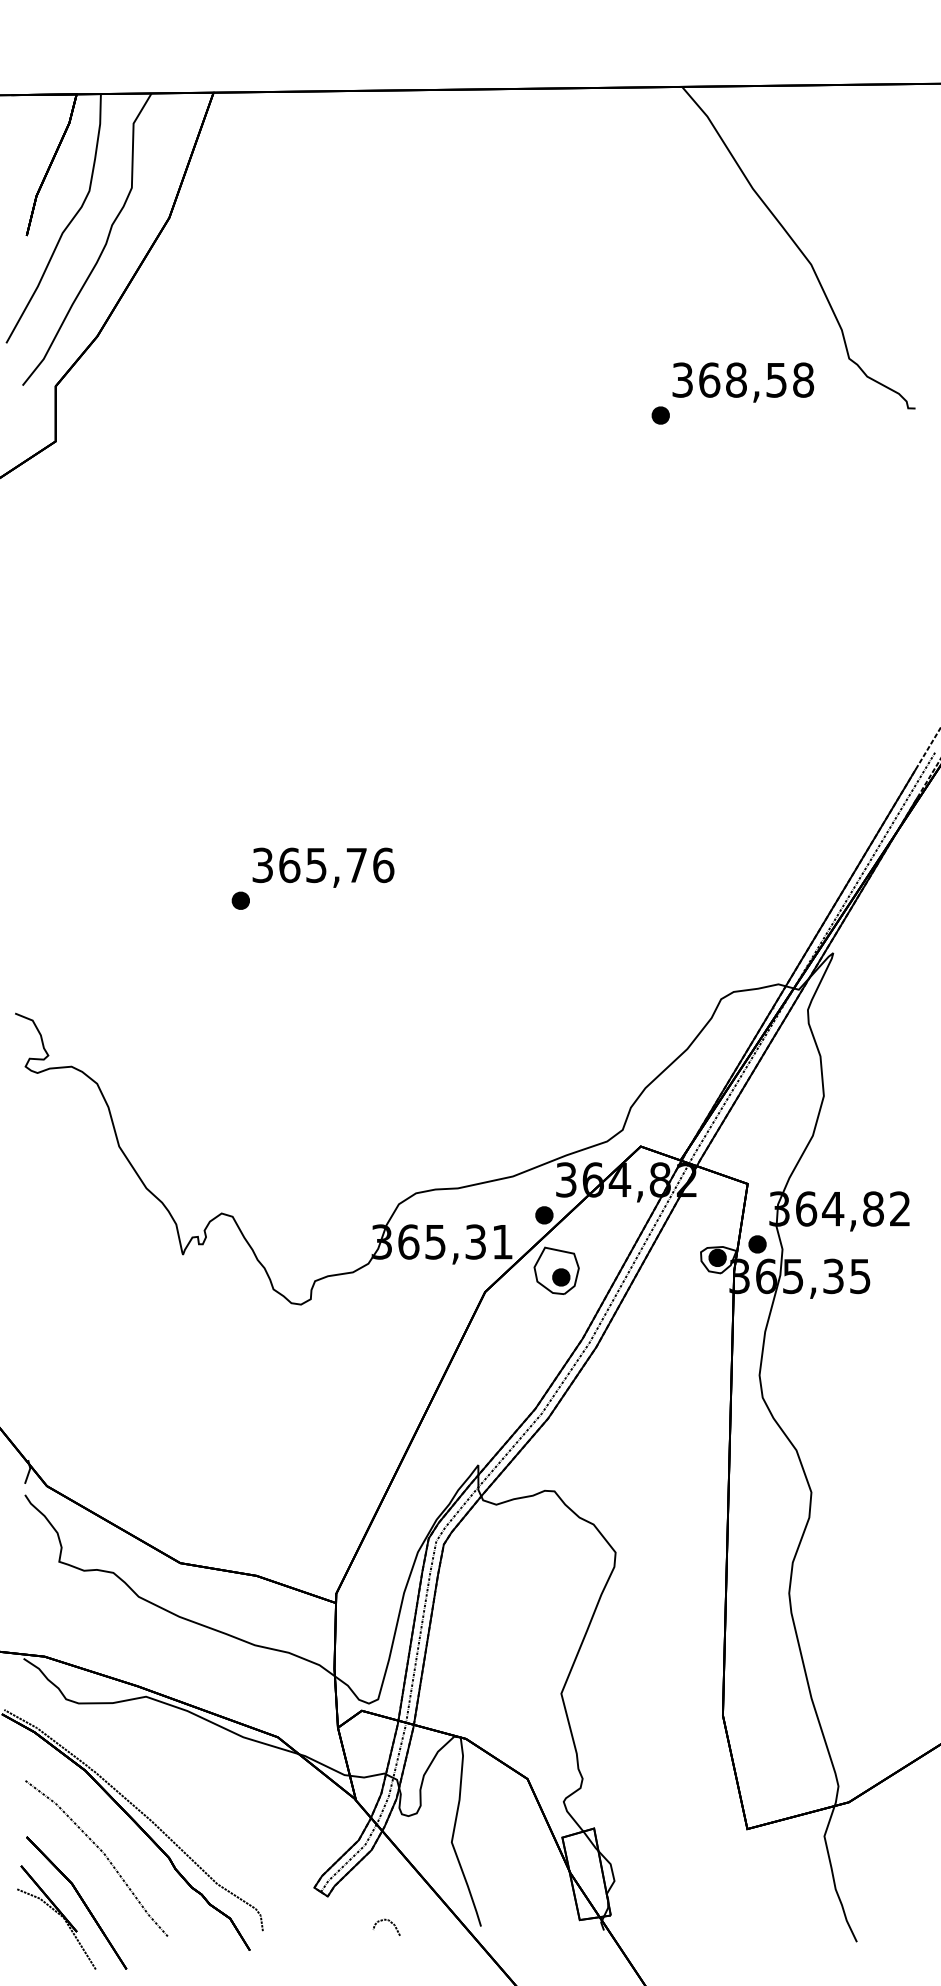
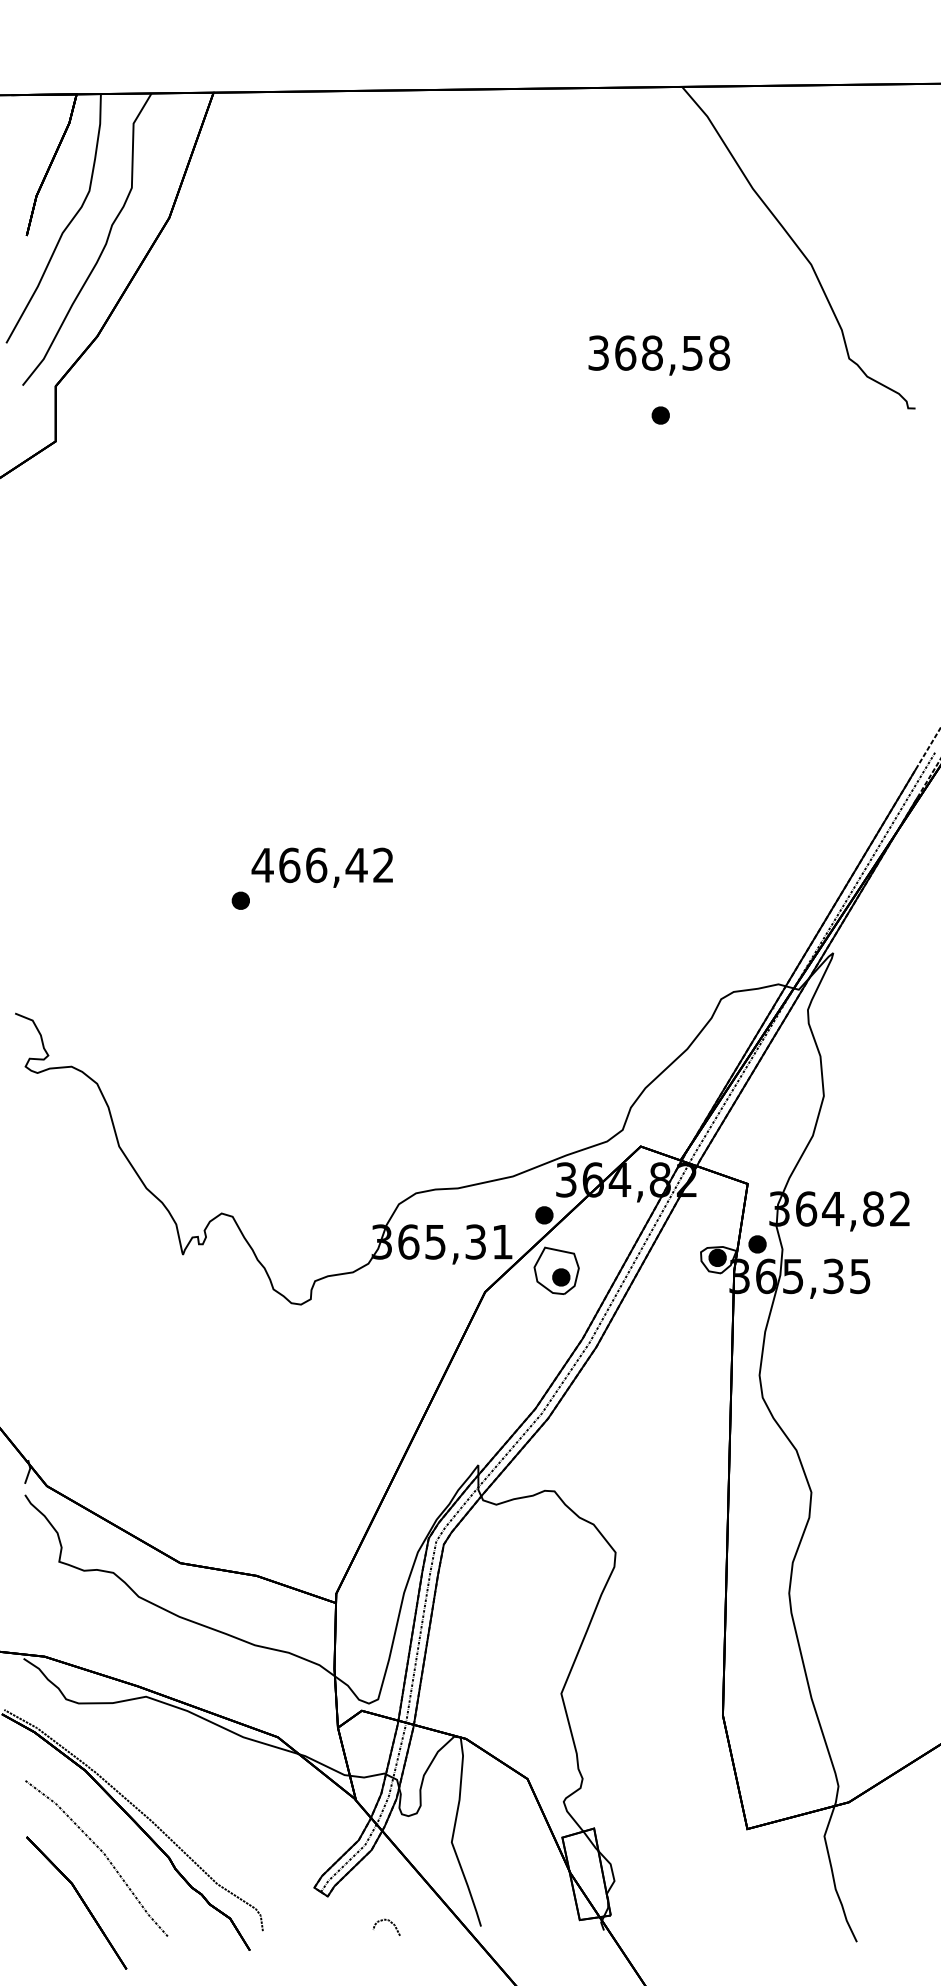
text at (743, 382) position: (743, 382) -> (659, 355)
text at (322, 865): 365,76 -> 466,42
part at (56, 1917): present -> none
